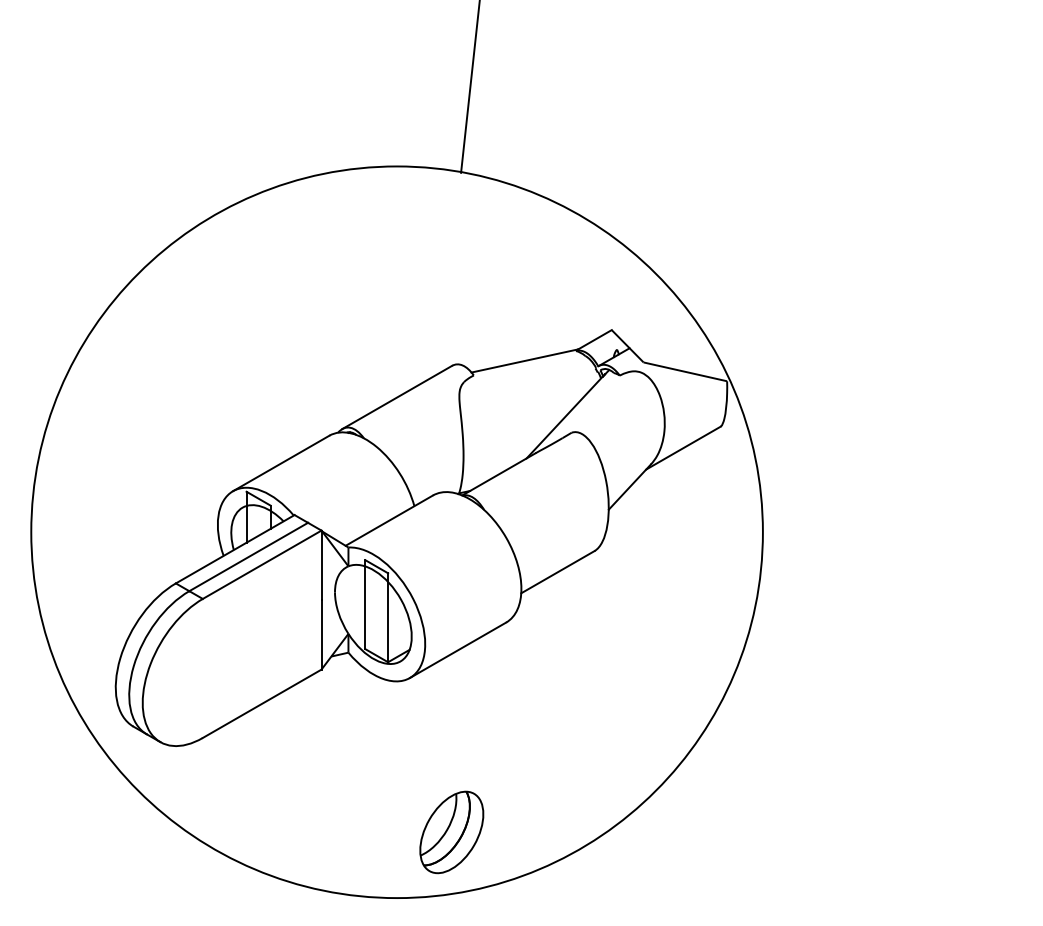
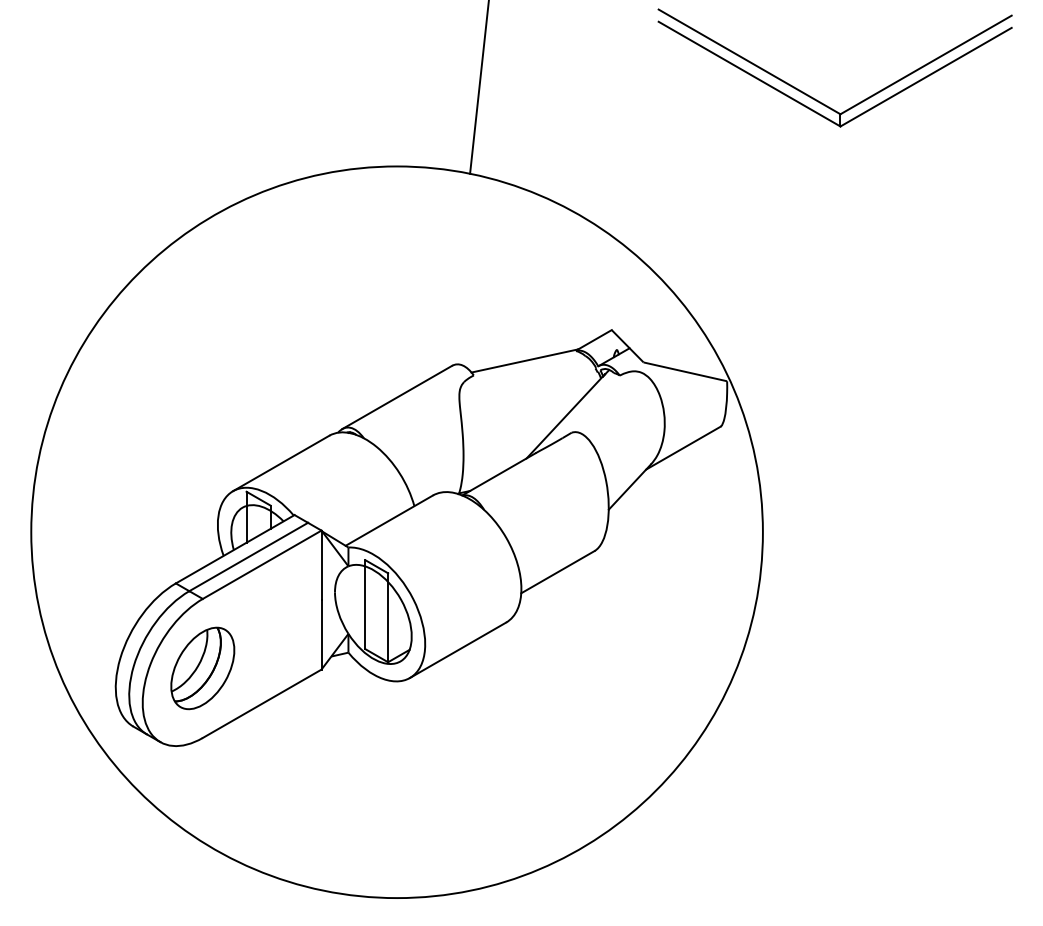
line at (470, 87) position: (470, 87) -> (479, 87)
part at (817, 99): none -> present
part at (451, 832) position: (451, 832) -> (202, 668)
